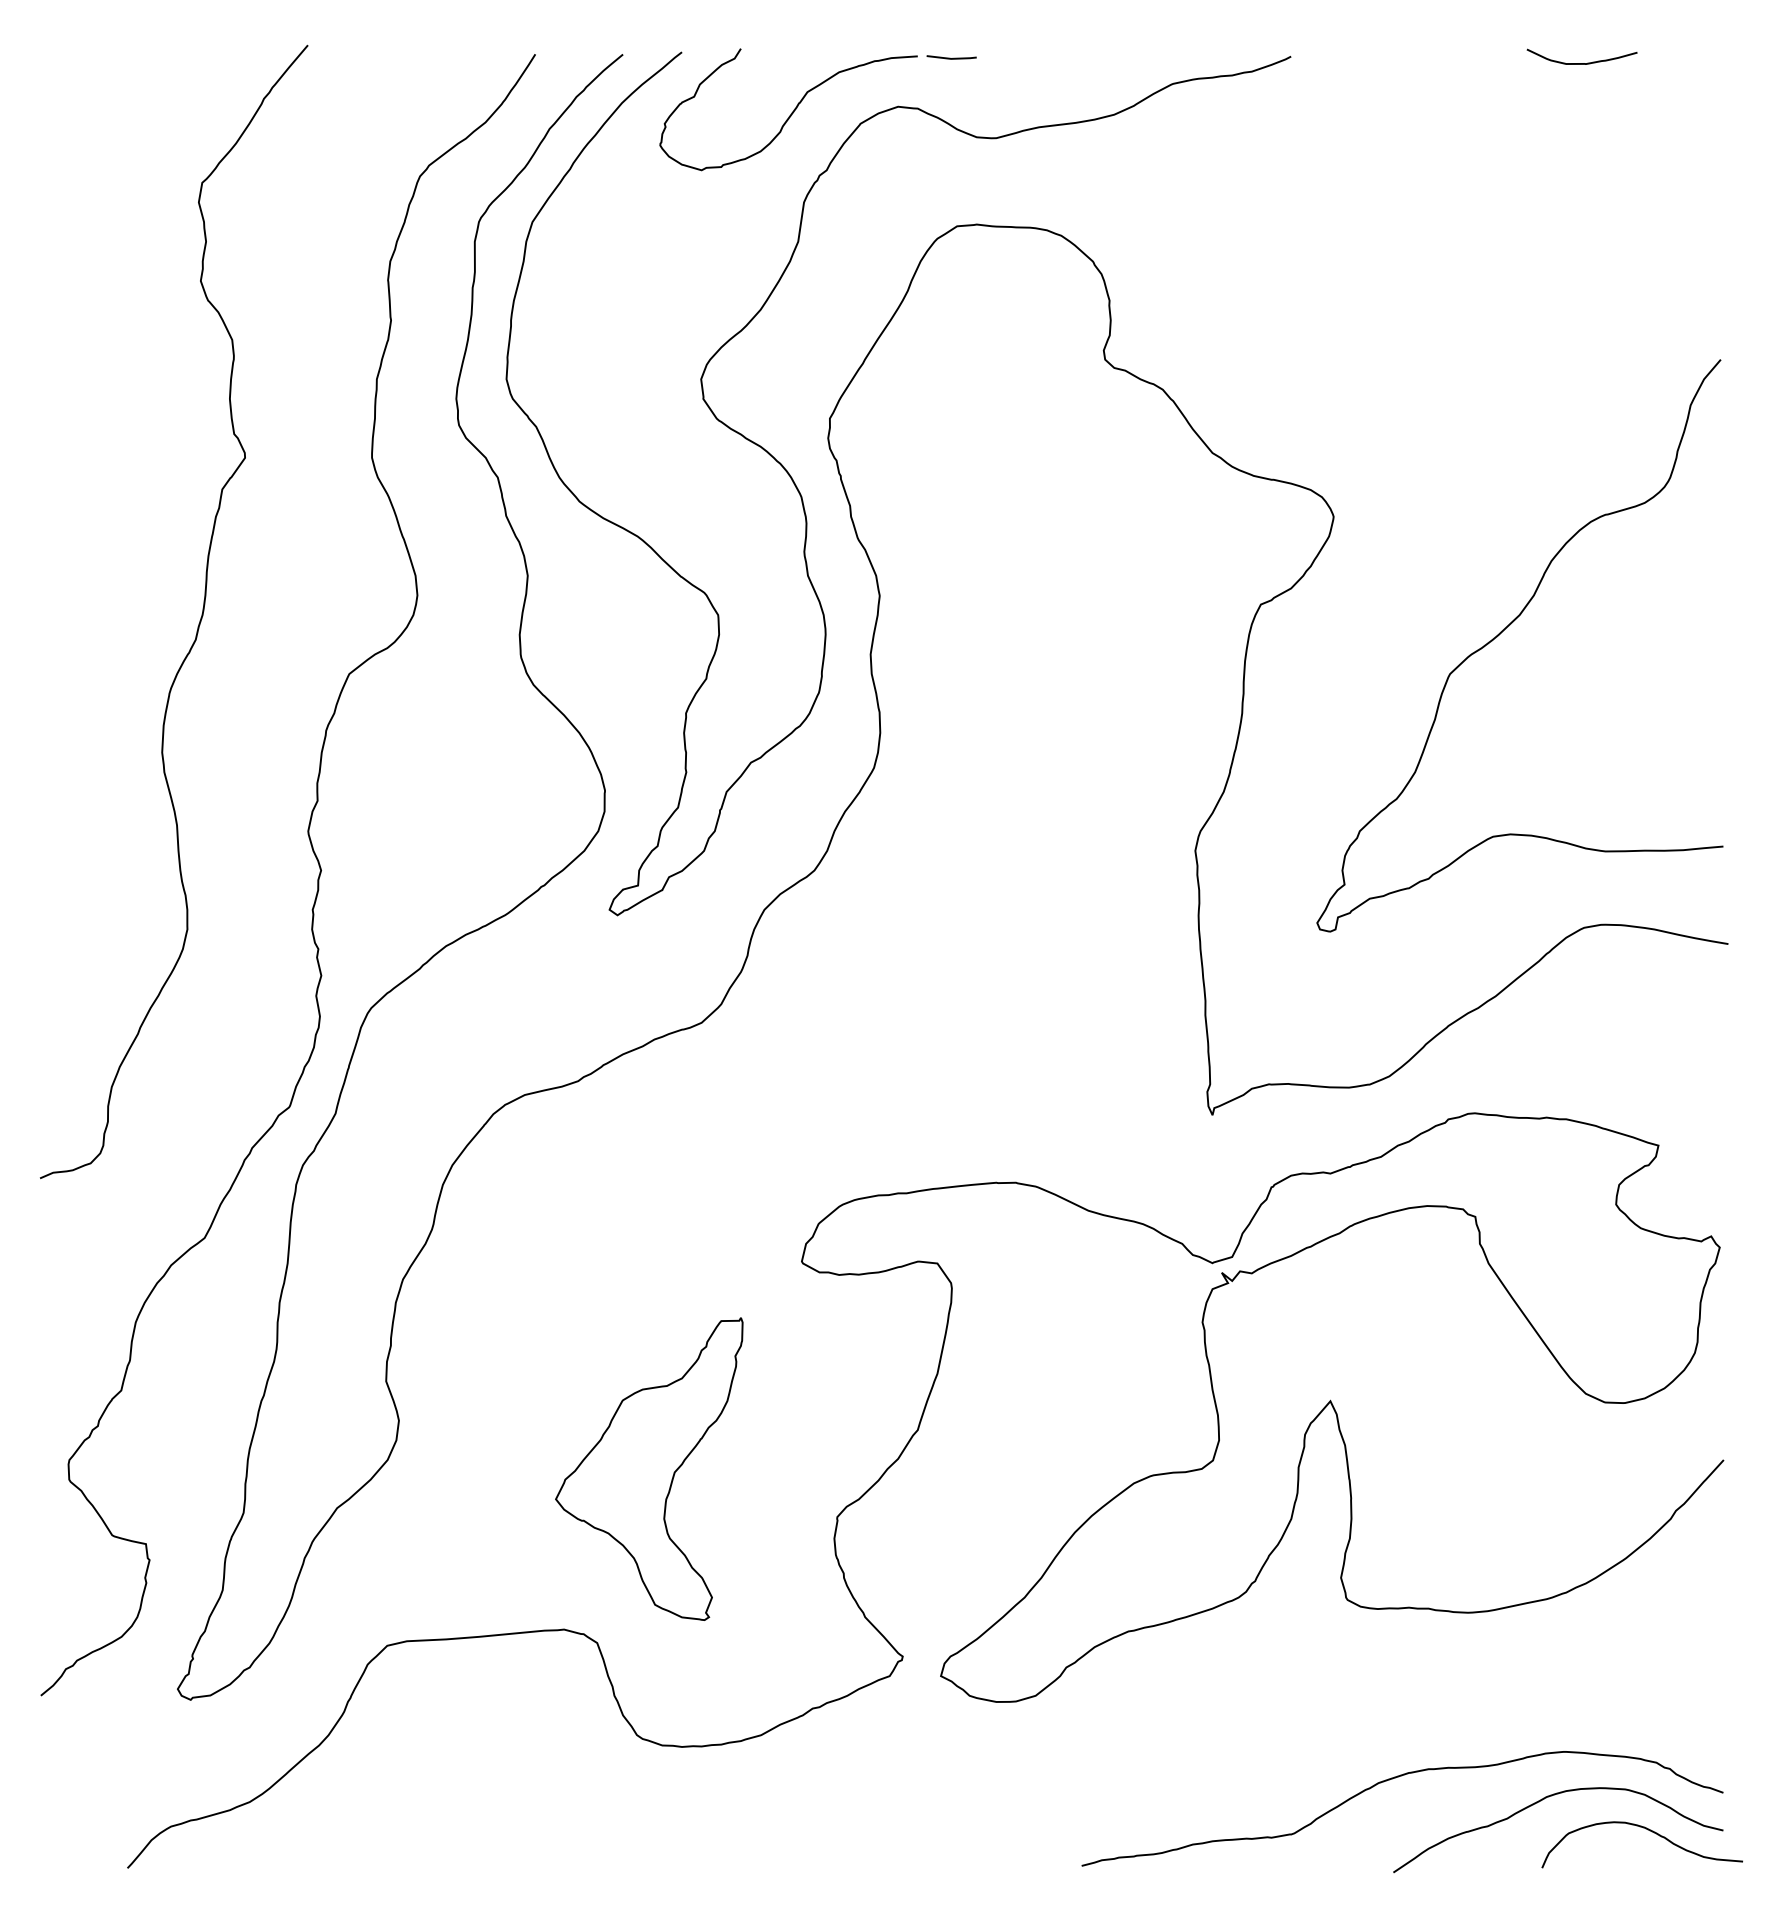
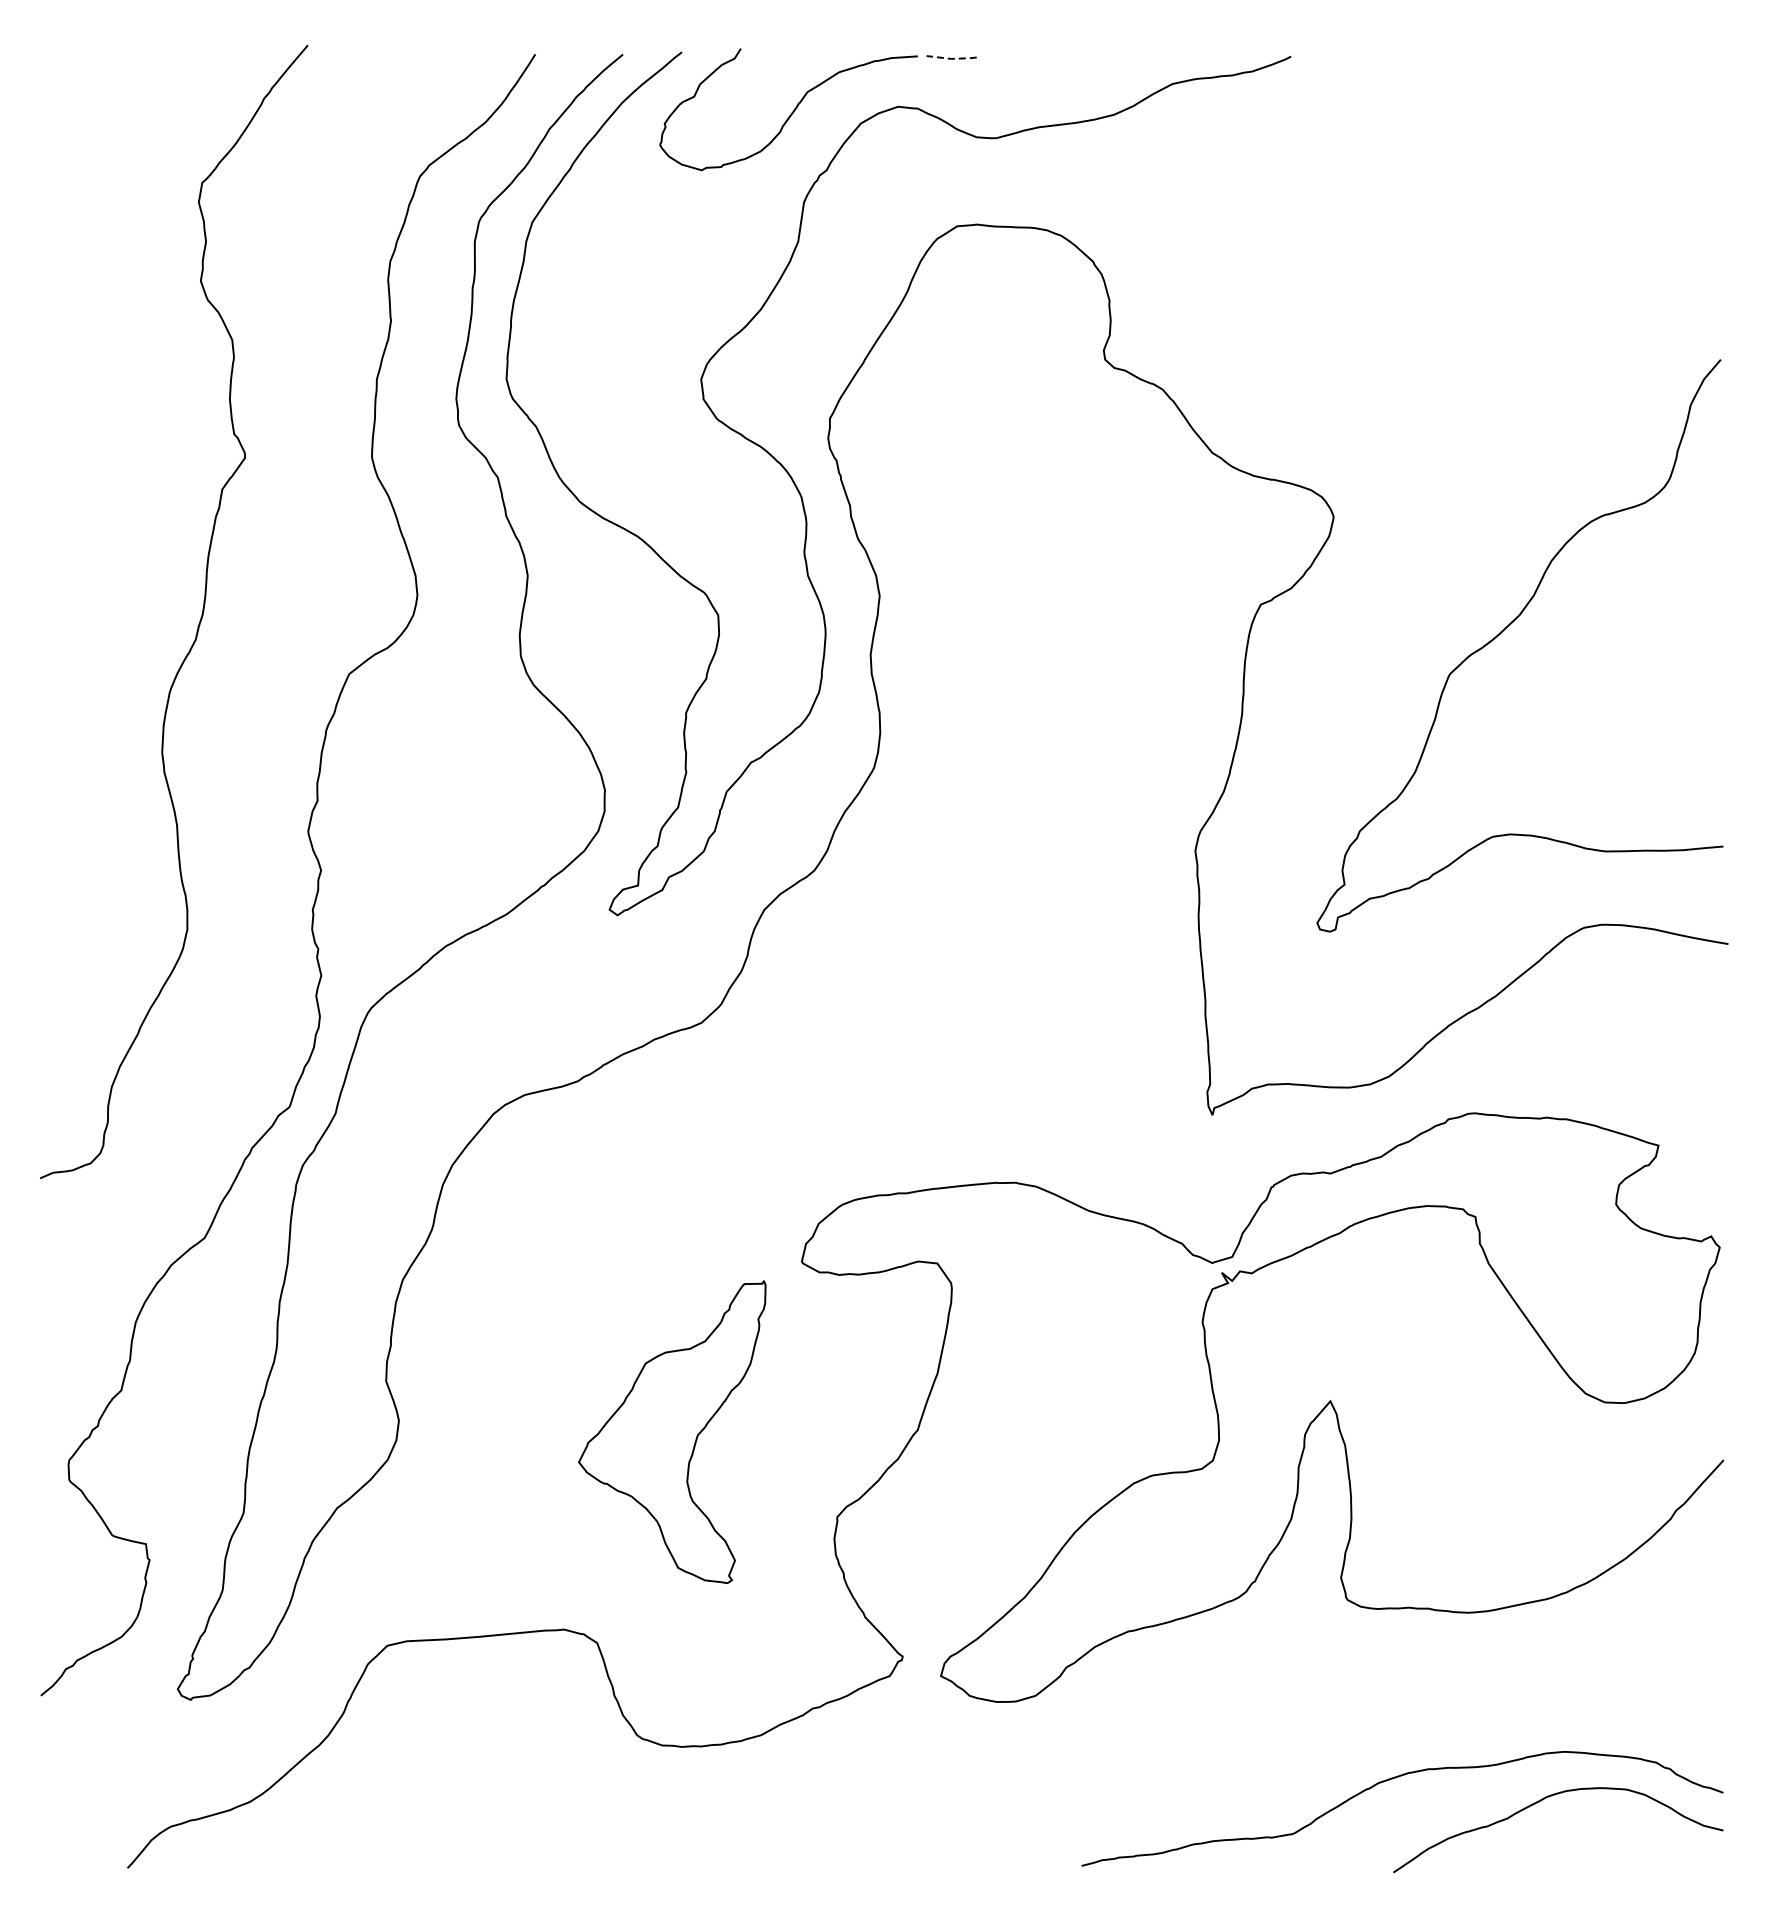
line at (951, 58): solid -> dashed
curve at (1581, 63): present -> none
part at (649, 1468) position: (649, 1468) -> (672, 1431)
curve at (1645, 1829): present -> none
